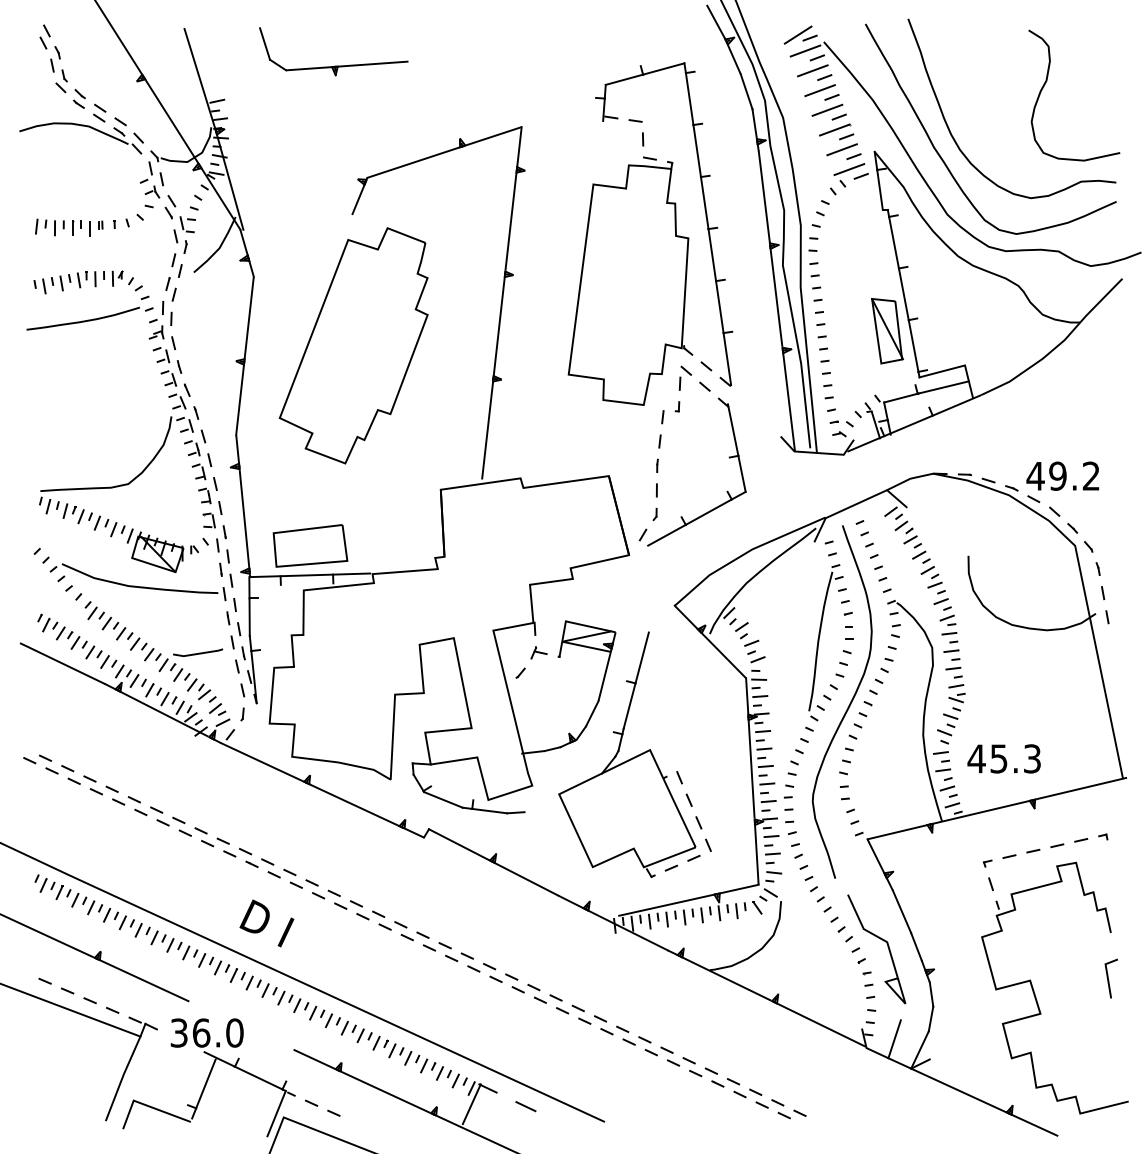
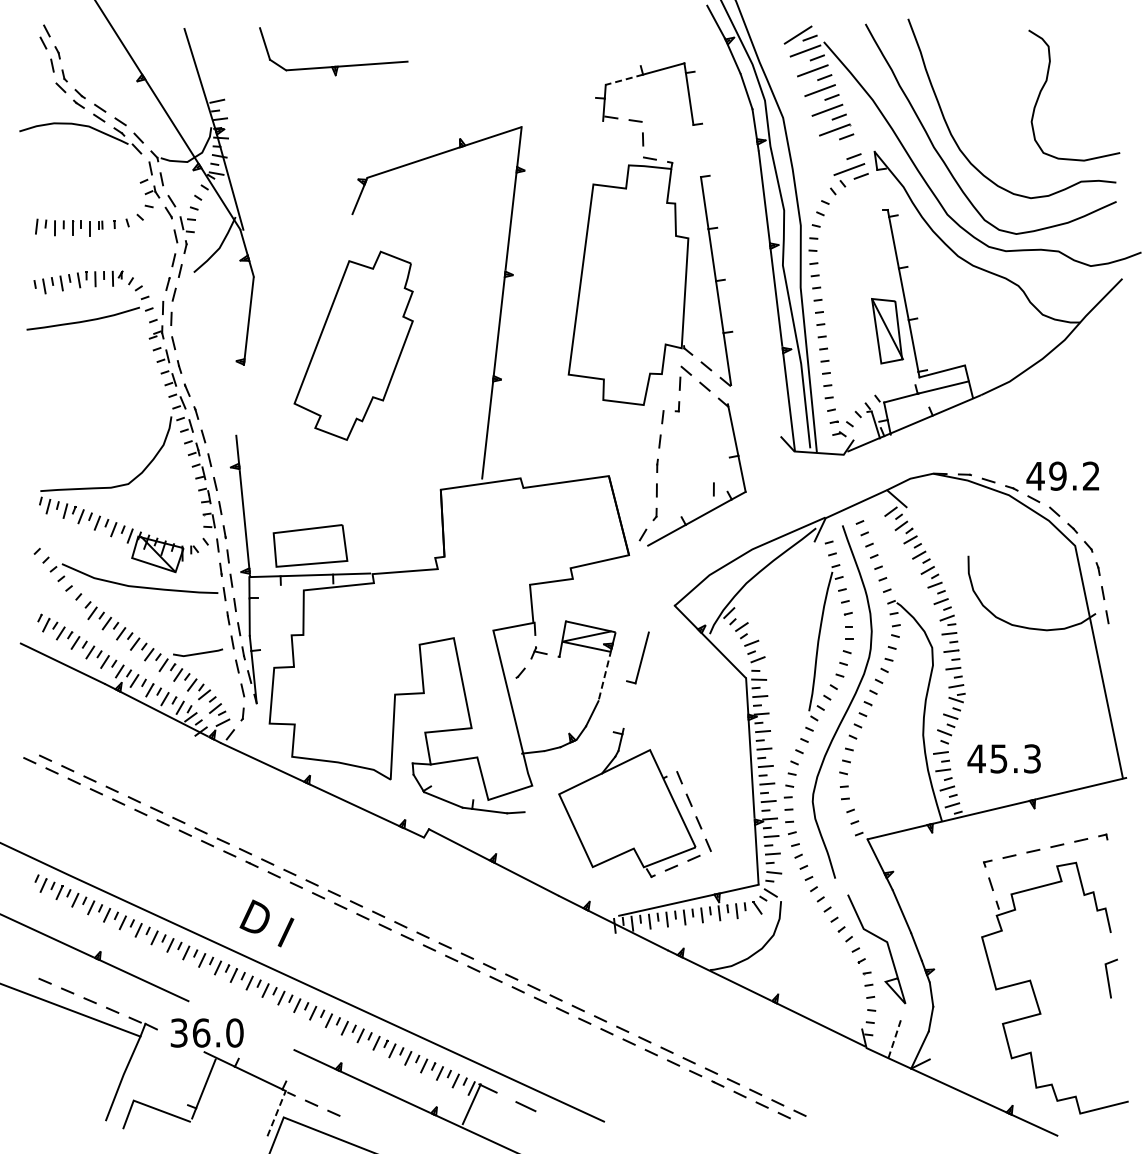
line at (623, 79): solid -> dashed
line at (841, 149): present -> none
line at (696, 151): present -> none
line at (879, 189): present -> none
part at (353, 345) size: 151x238 px -> 121x191 px
line at (239, 399): present -> none
line at (713, 489): none -> present
line at (605, 675): solid -> dashed
line at (629, 705): present -> none
line at (894, 1039): solid -> dashed
line at (276, 1113): solid -> dashed
